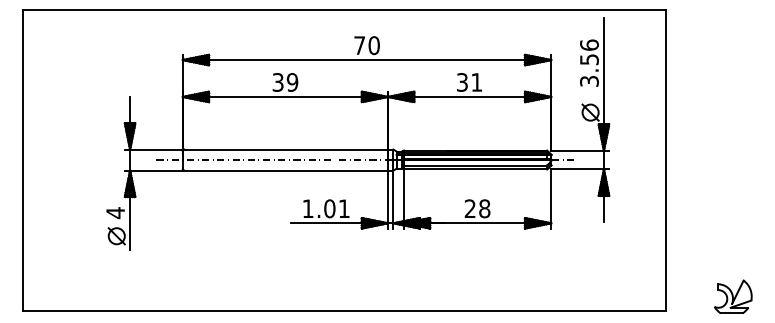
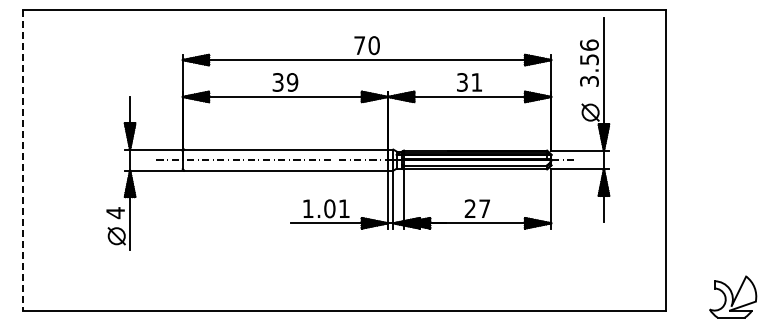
line at (23, 160): solid -> dashed
text at (484, 208): 28 -> 27
part at (733, 296) size: 39x35 px -> 49x44 px
